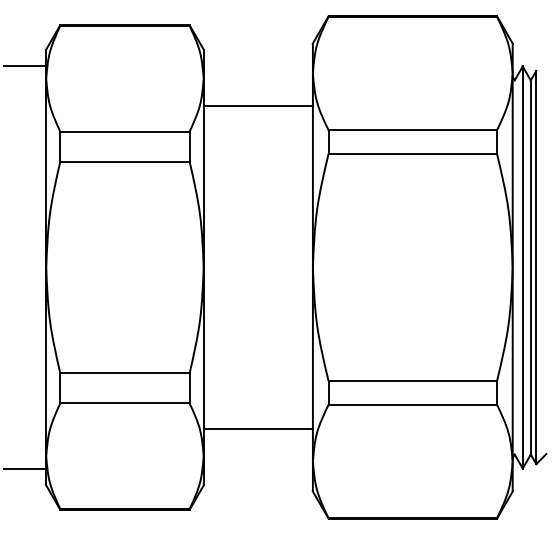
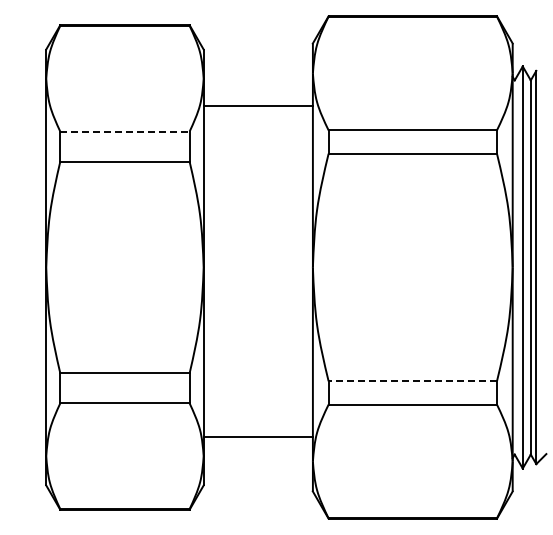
line at (24, 66): present -> none
line at (124, 131): solid -> dashed
line at (412, 381): solid -> dashed
line at (257, 428) position: (257, 428) -> (257, 436)
line at (24, 468): present -> none
